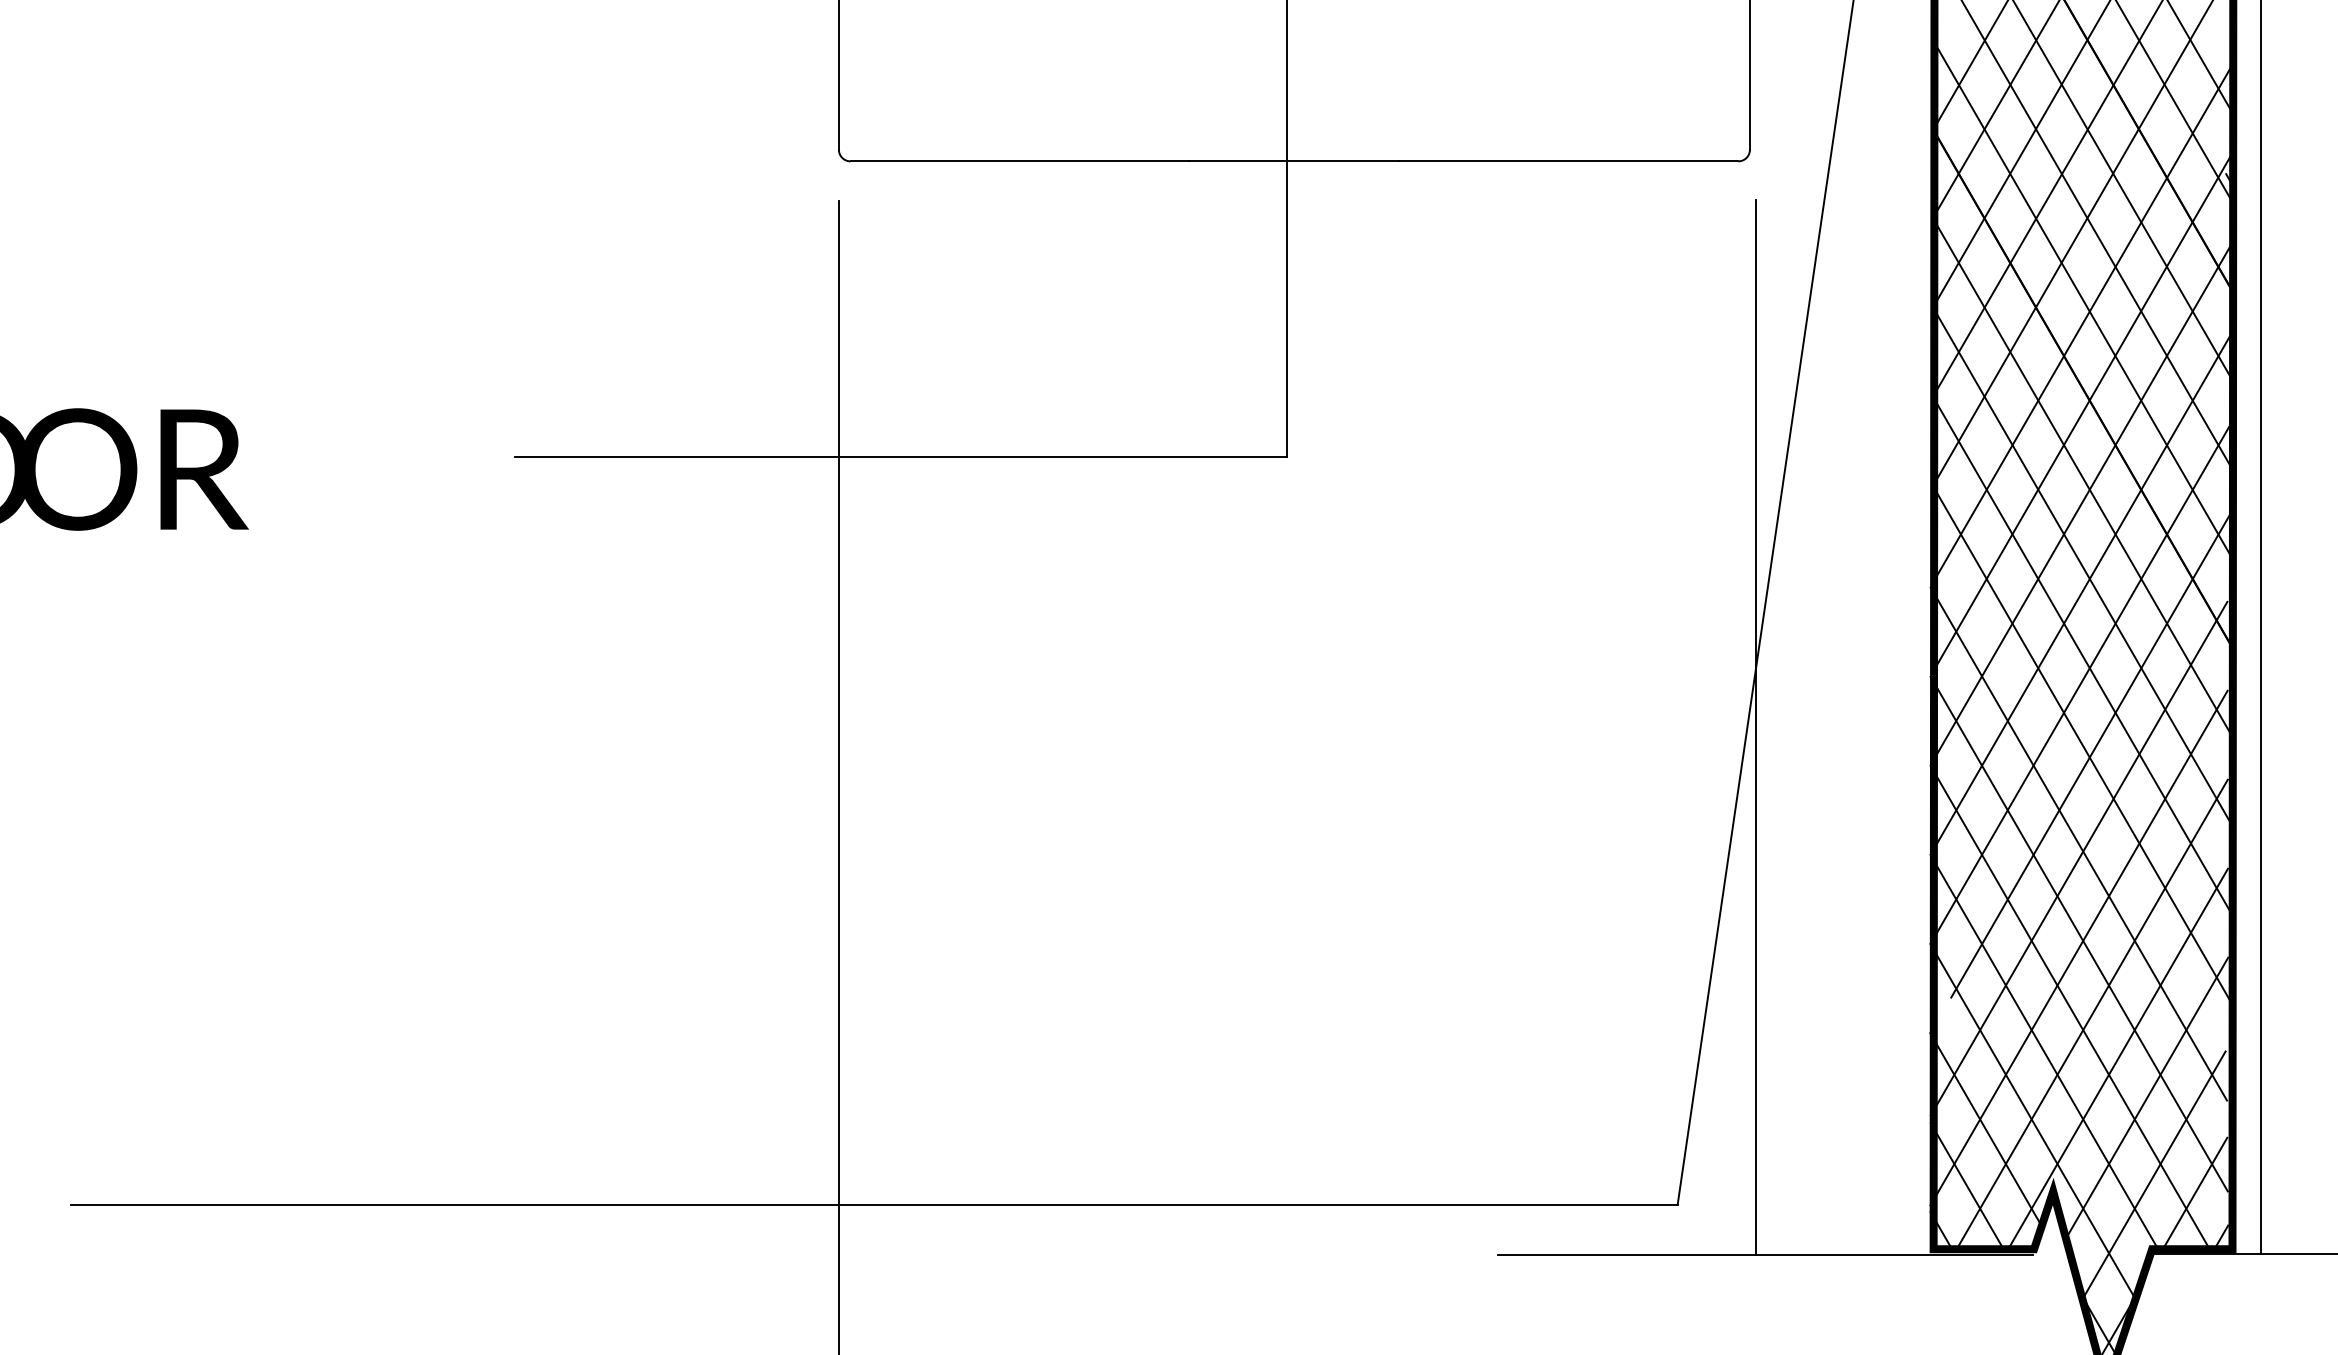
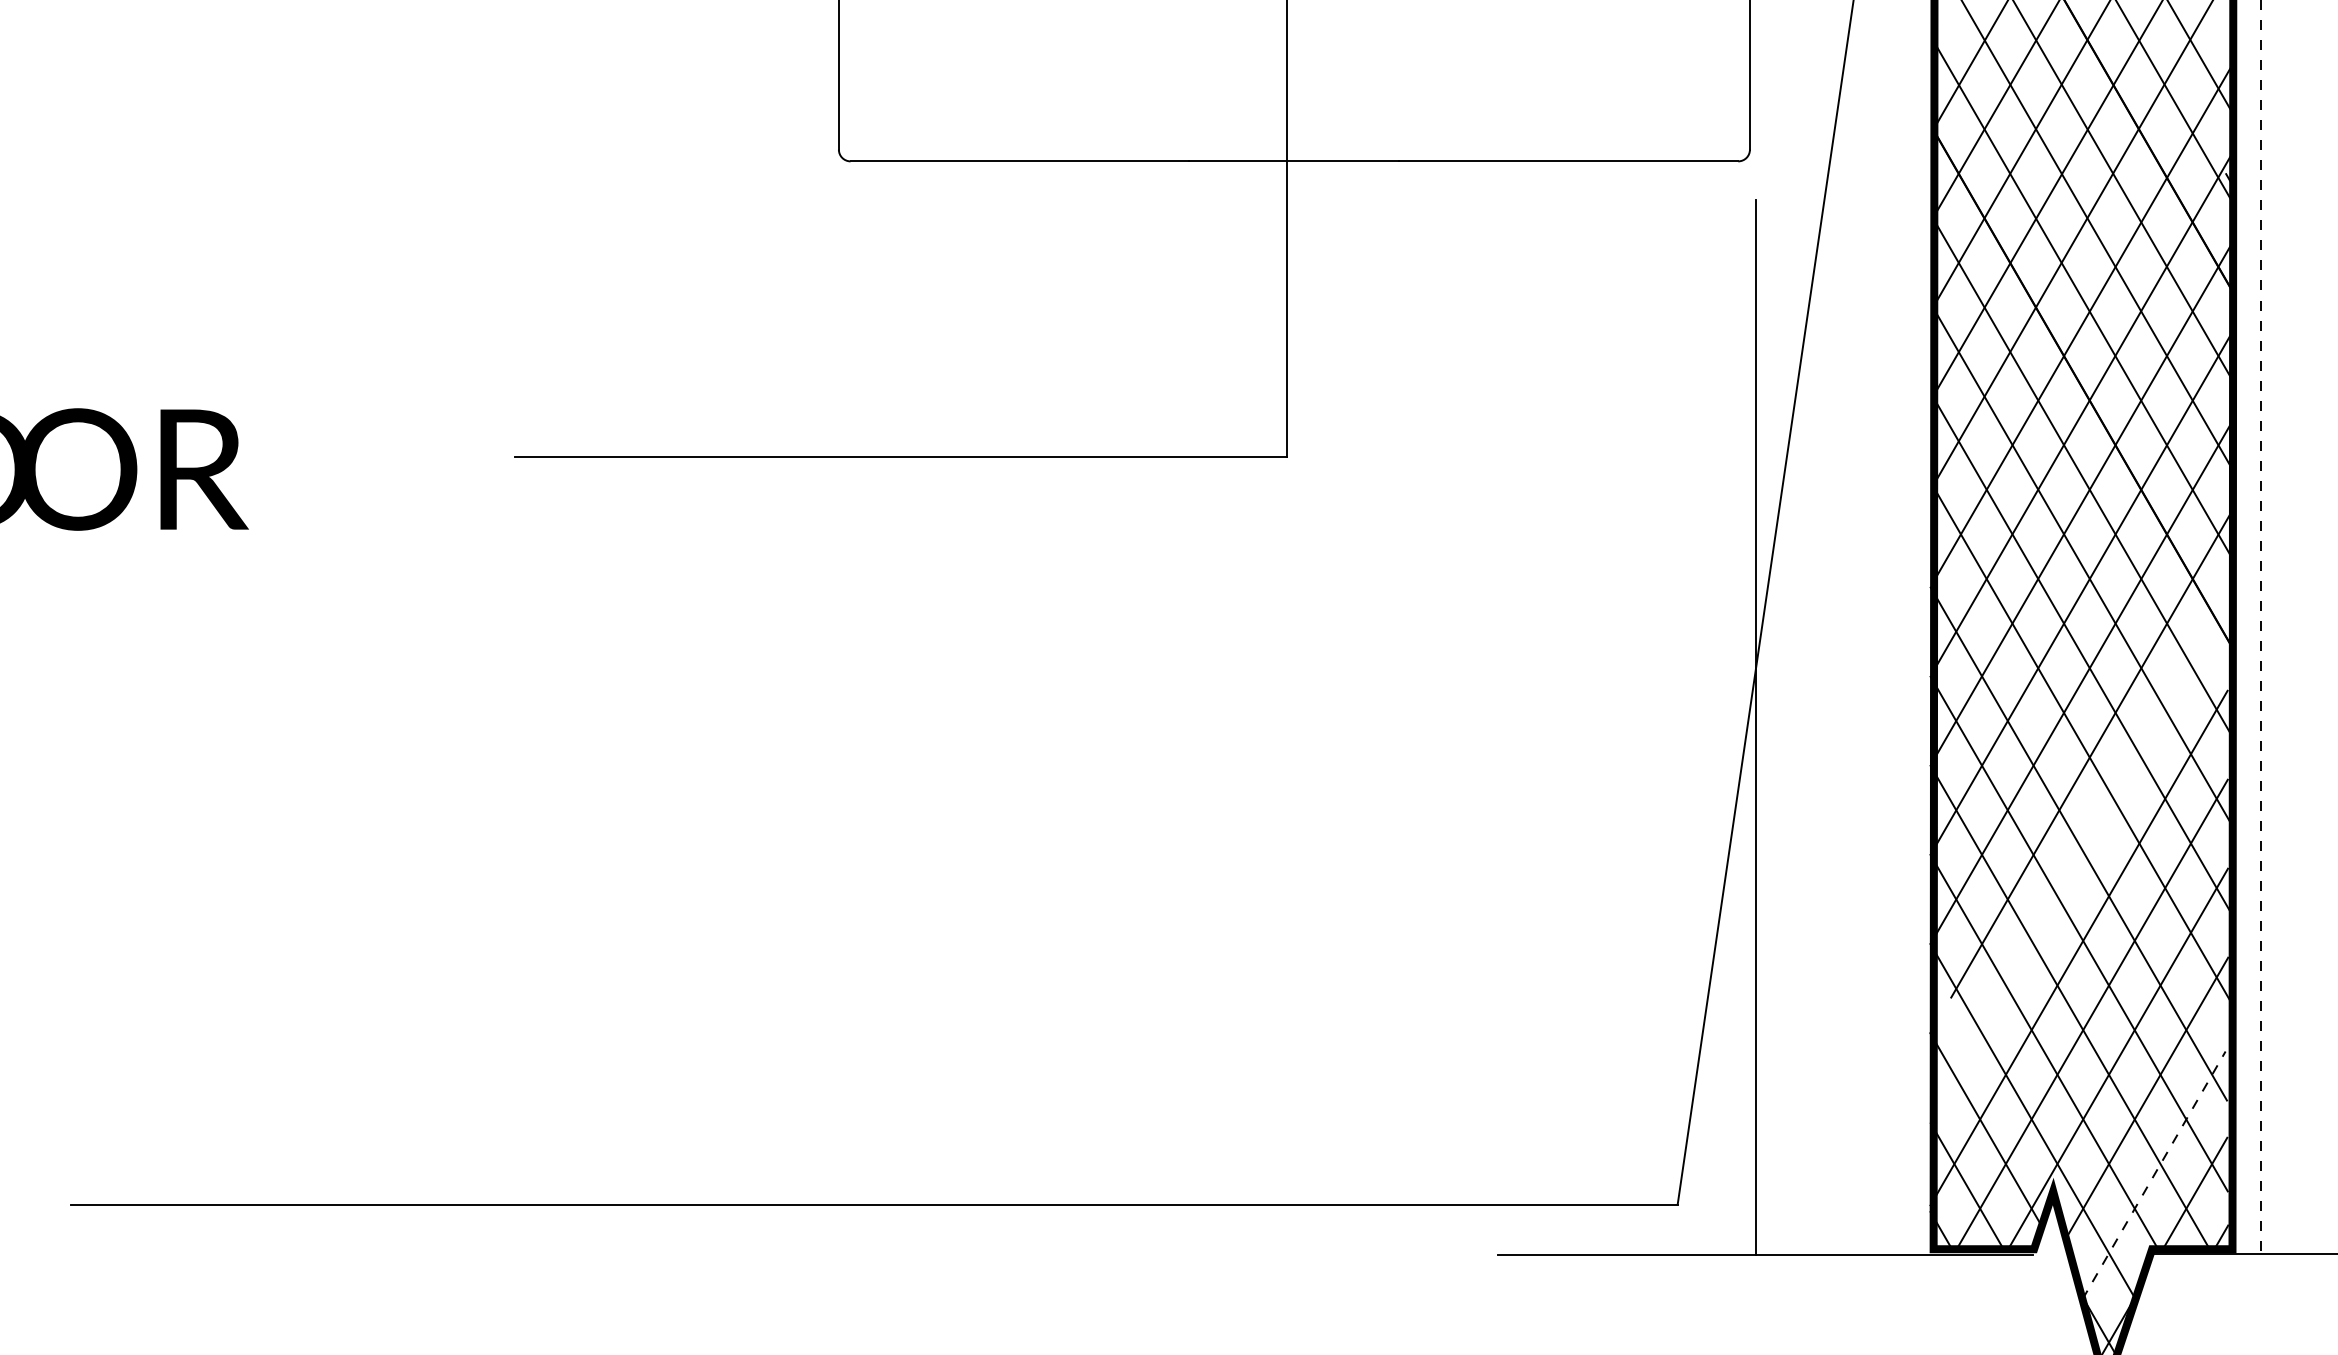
line at (2261, 626): solid -> dashed
line at (838, 775): present -> none
line at (2078, 858): present -> none
line at (2154, 1175): solid -> dashed
